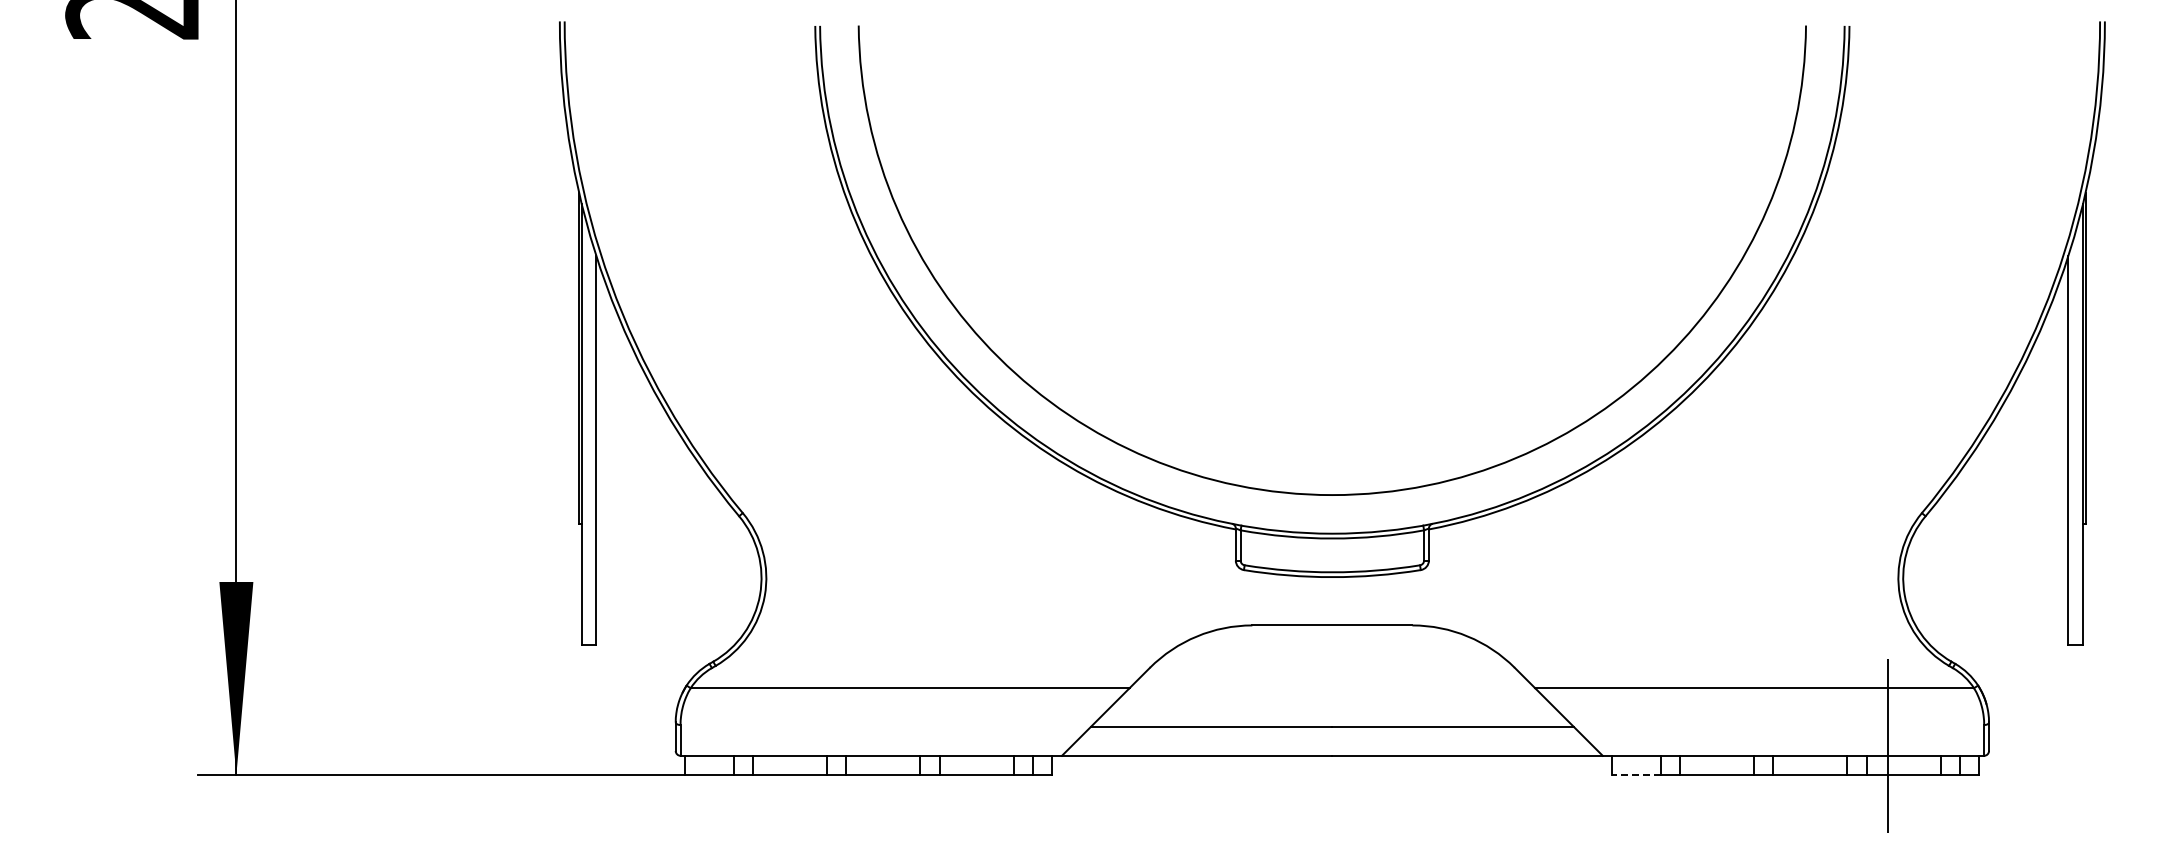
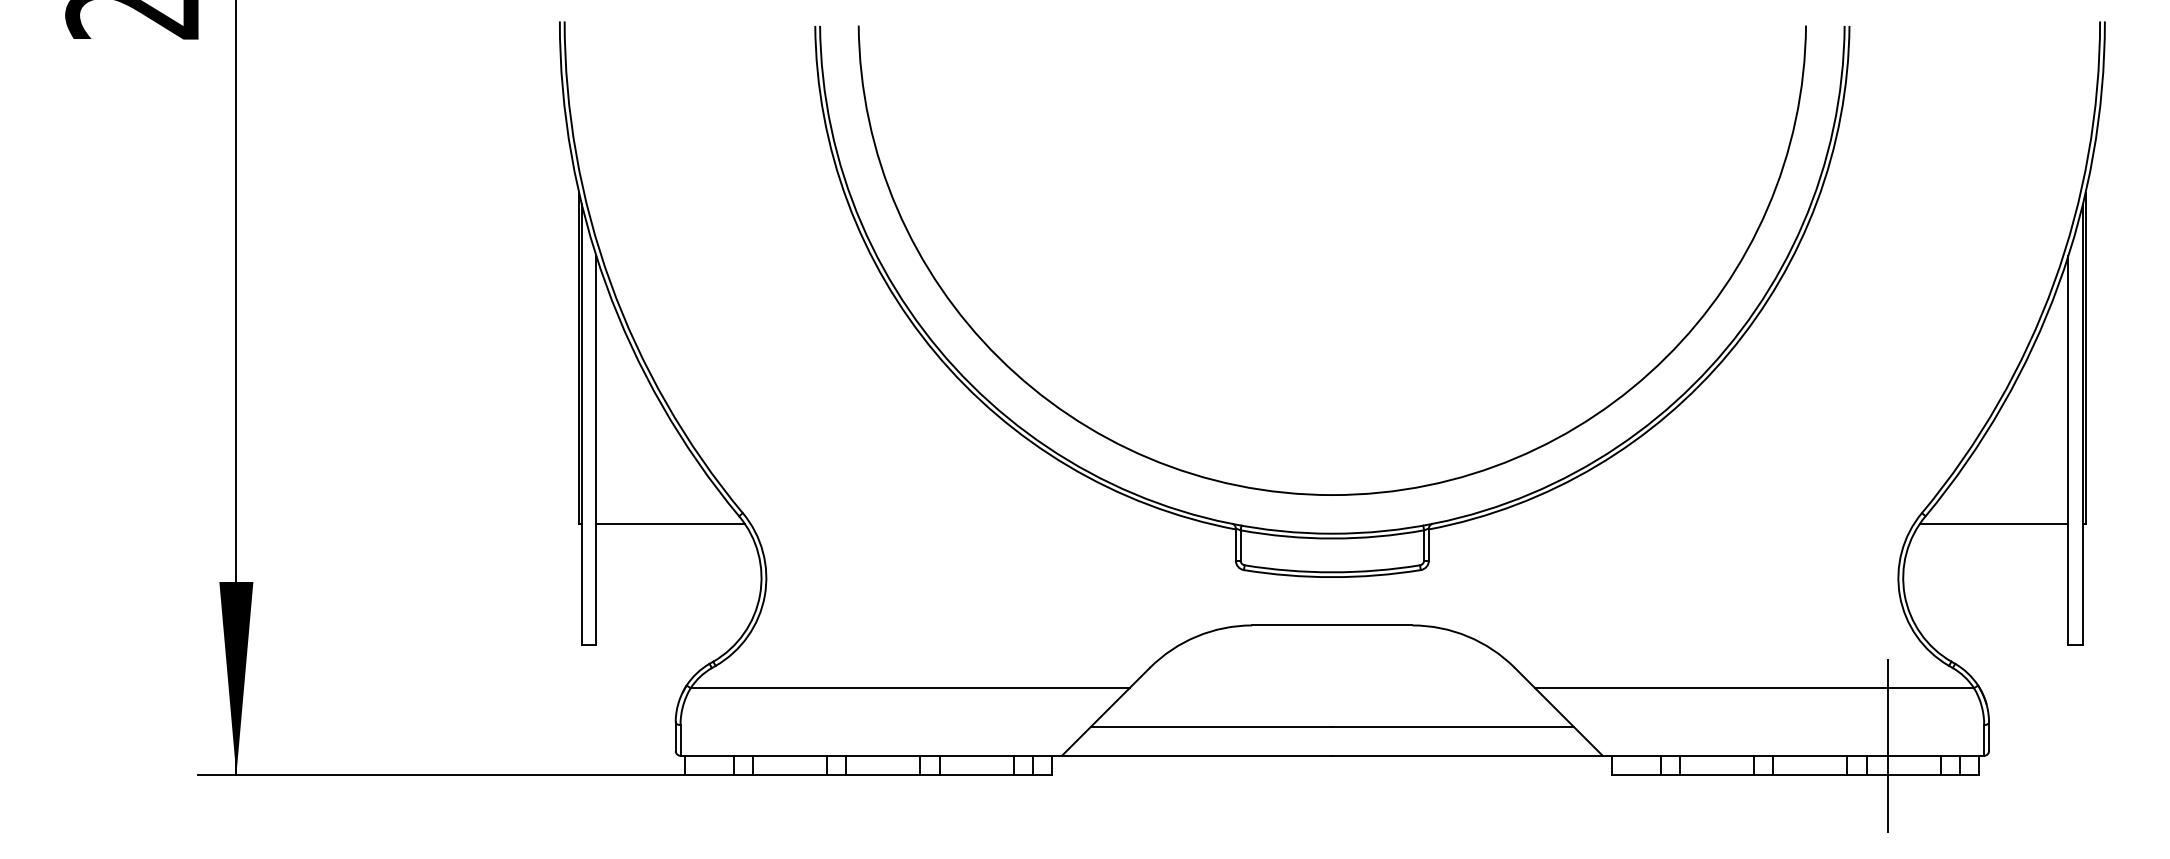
line at (670, 524): none -> present
line at (1993, 524): none -> present
line at (1636, 775): dashed -> solid
